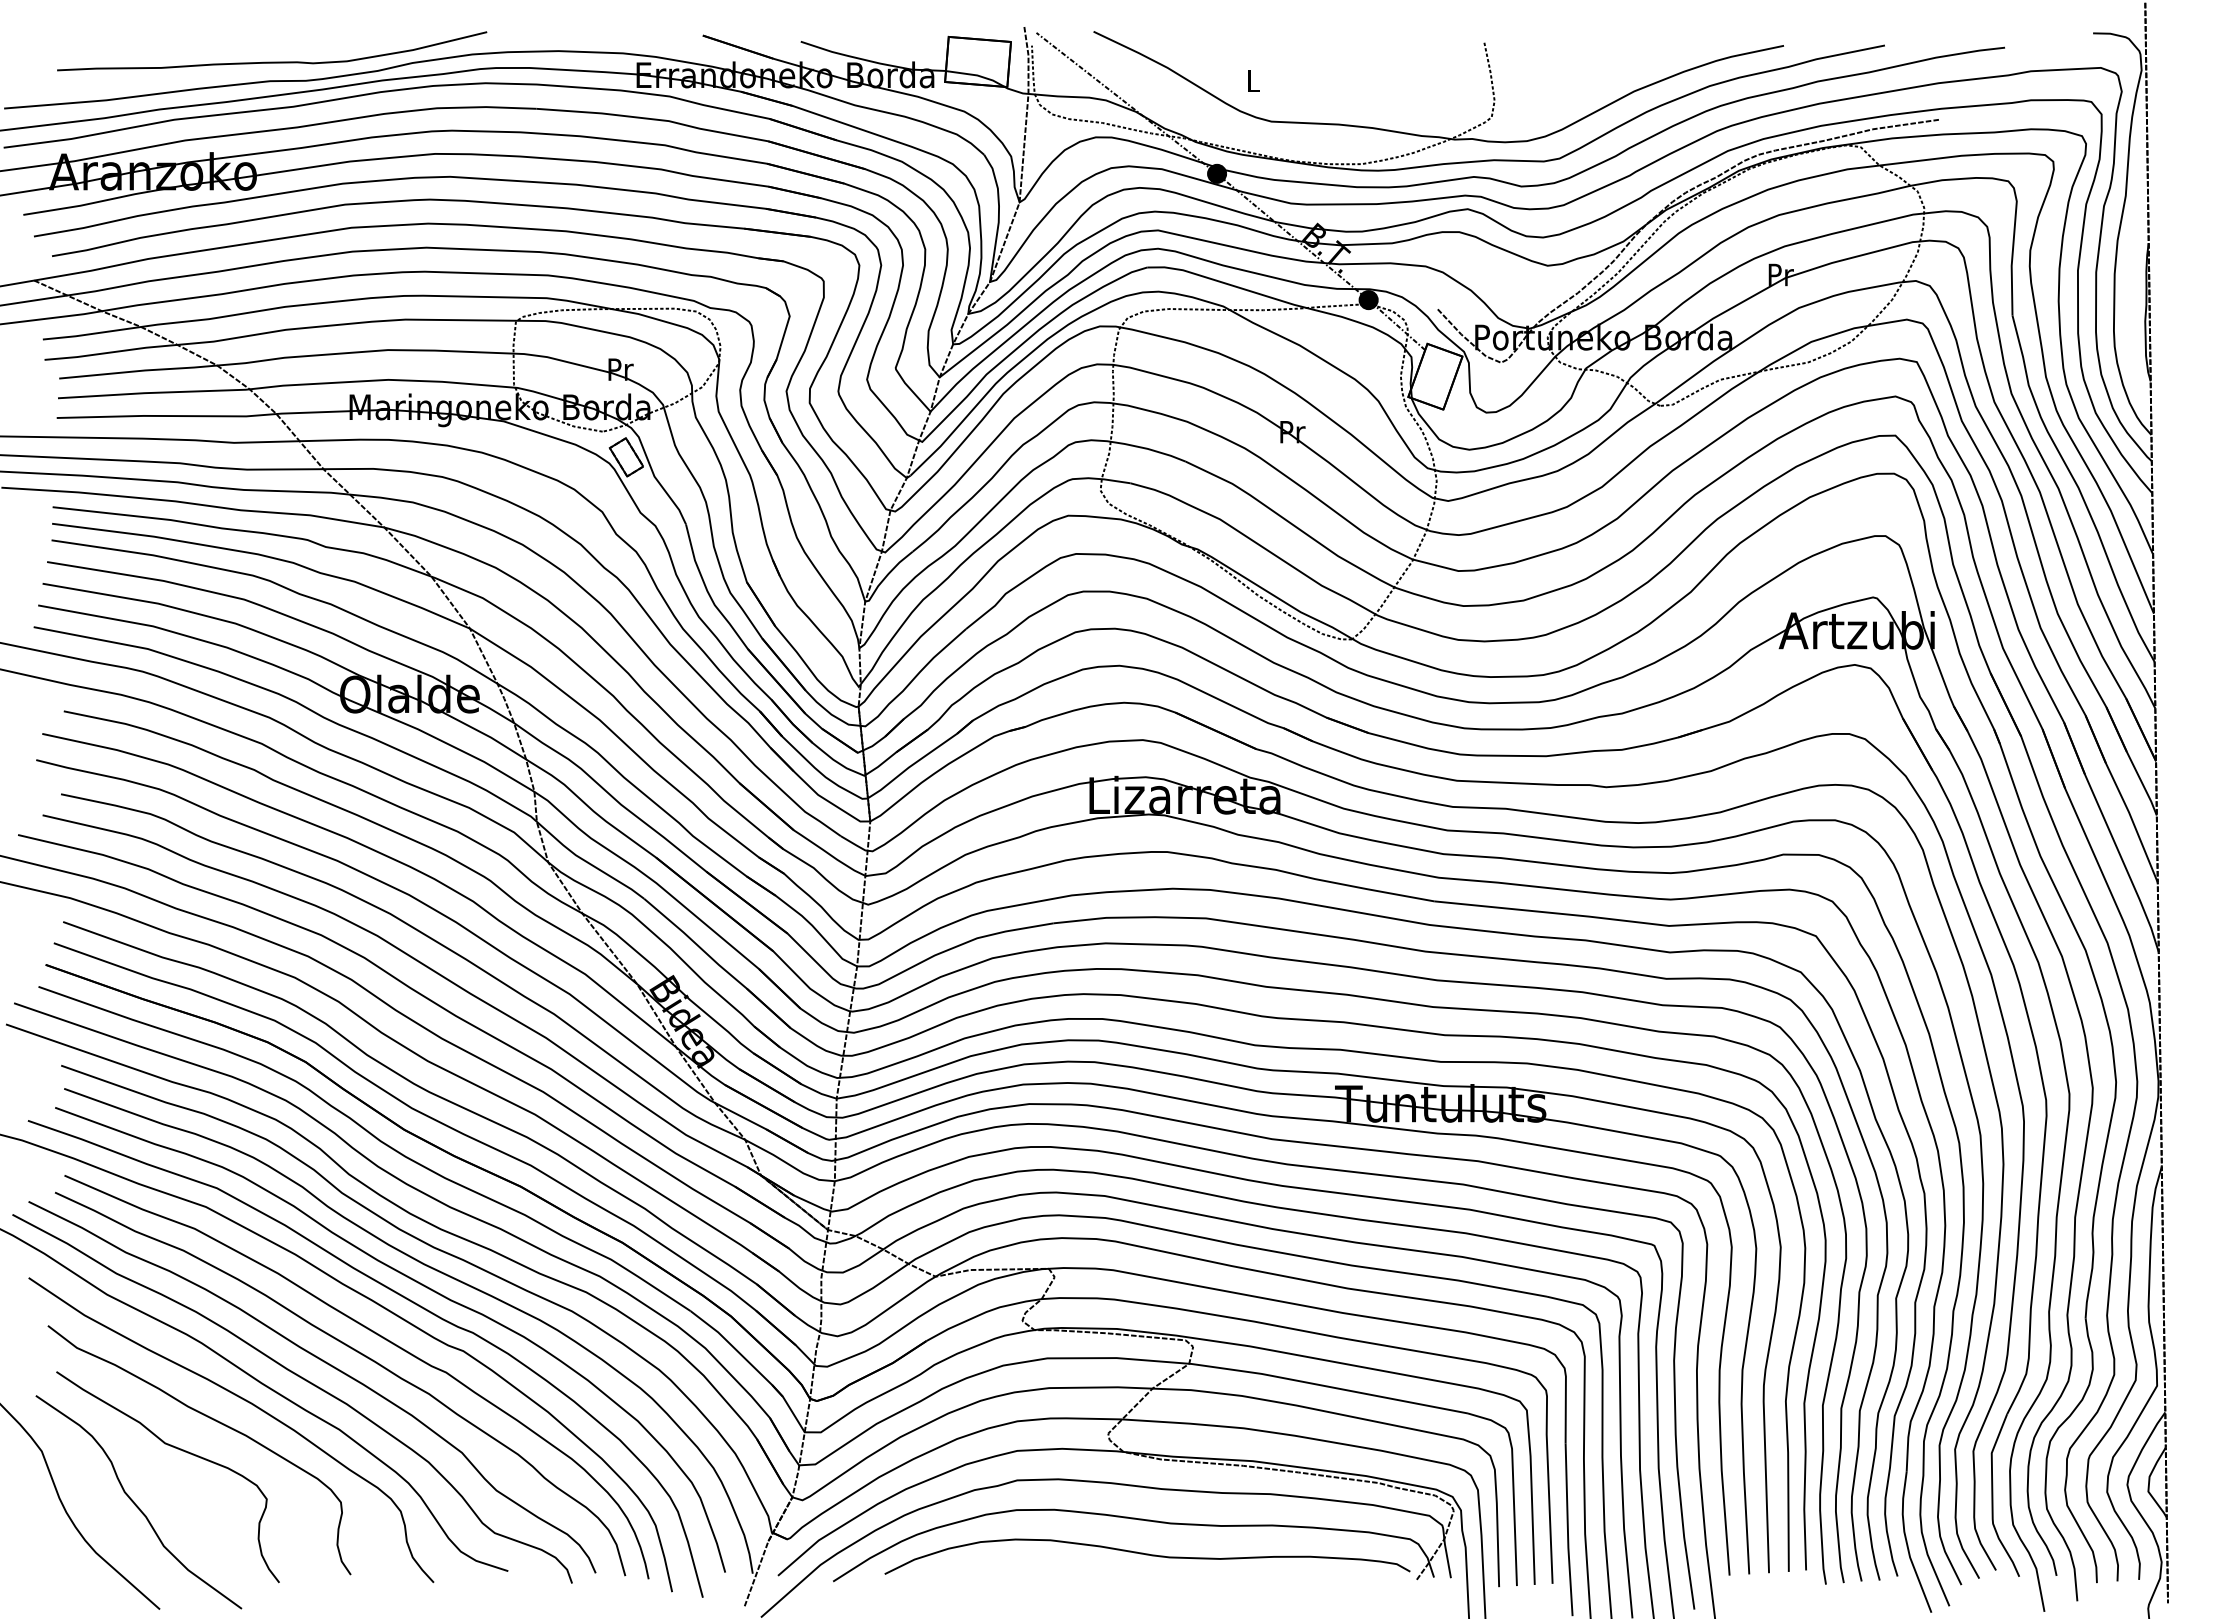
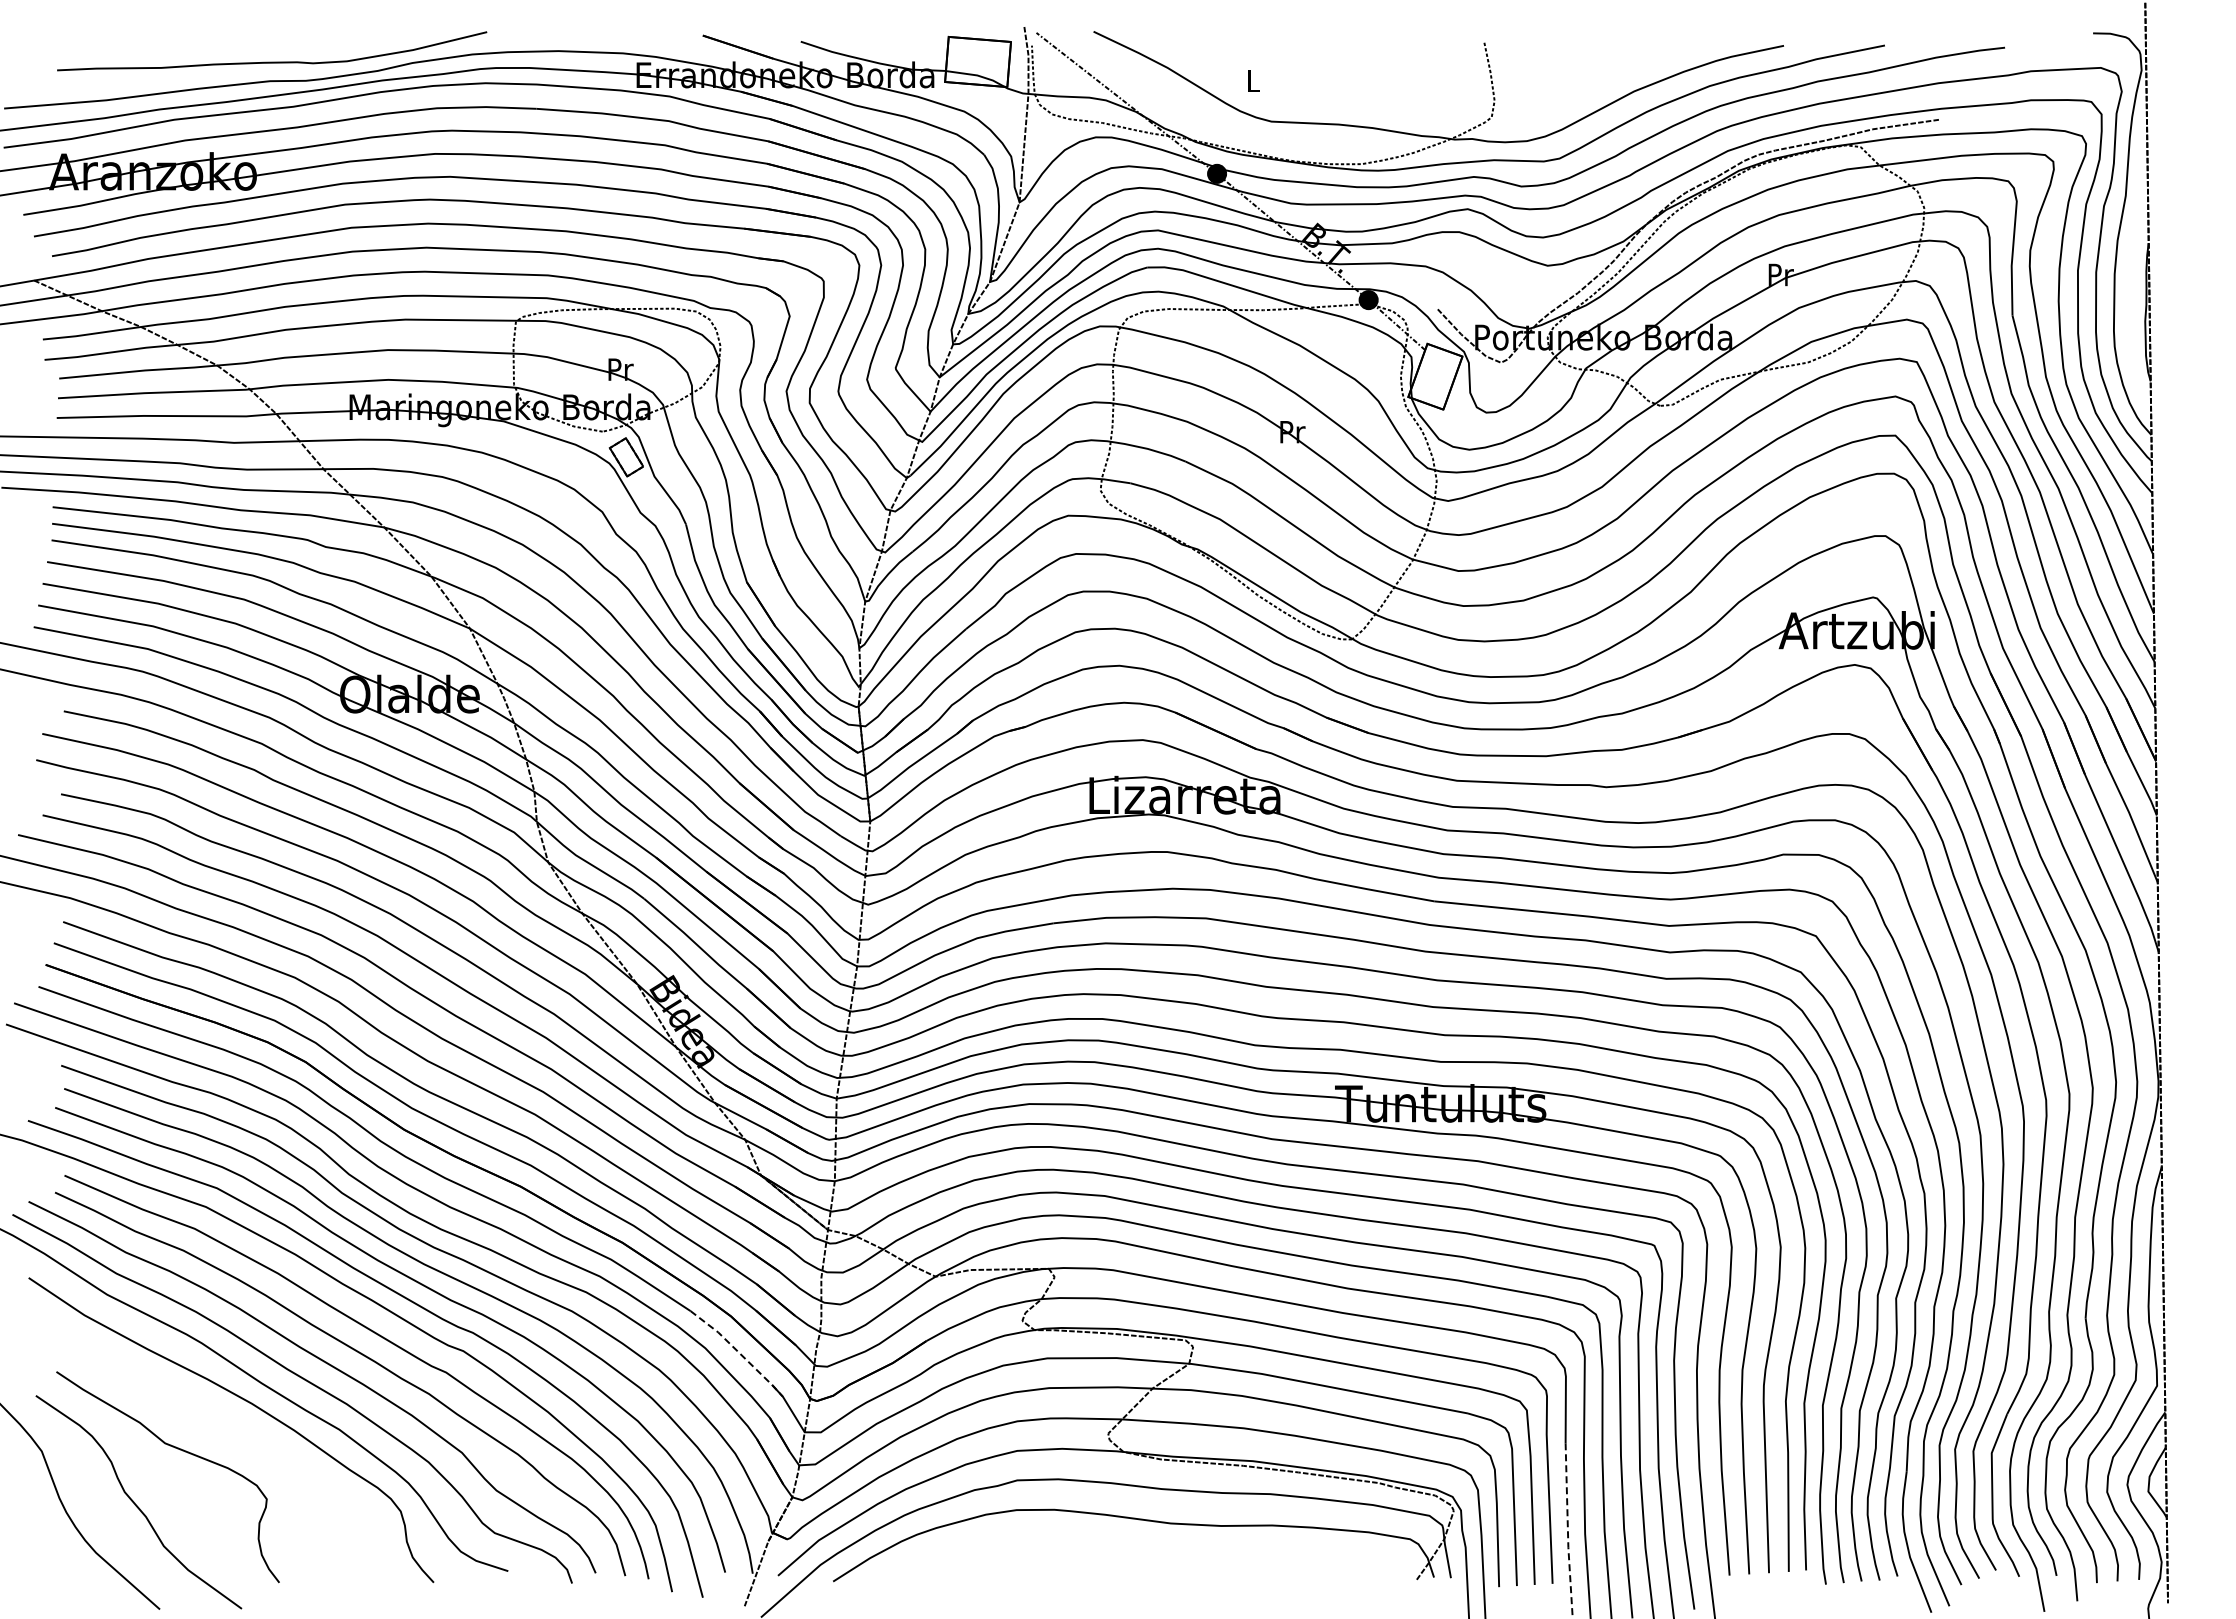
line at (738, 1352): solid -> dashed
curve at (213, 1420): present -> none
line at (1567, 1530): solid -> dashed
curve at (1147, 1555): present -> none
